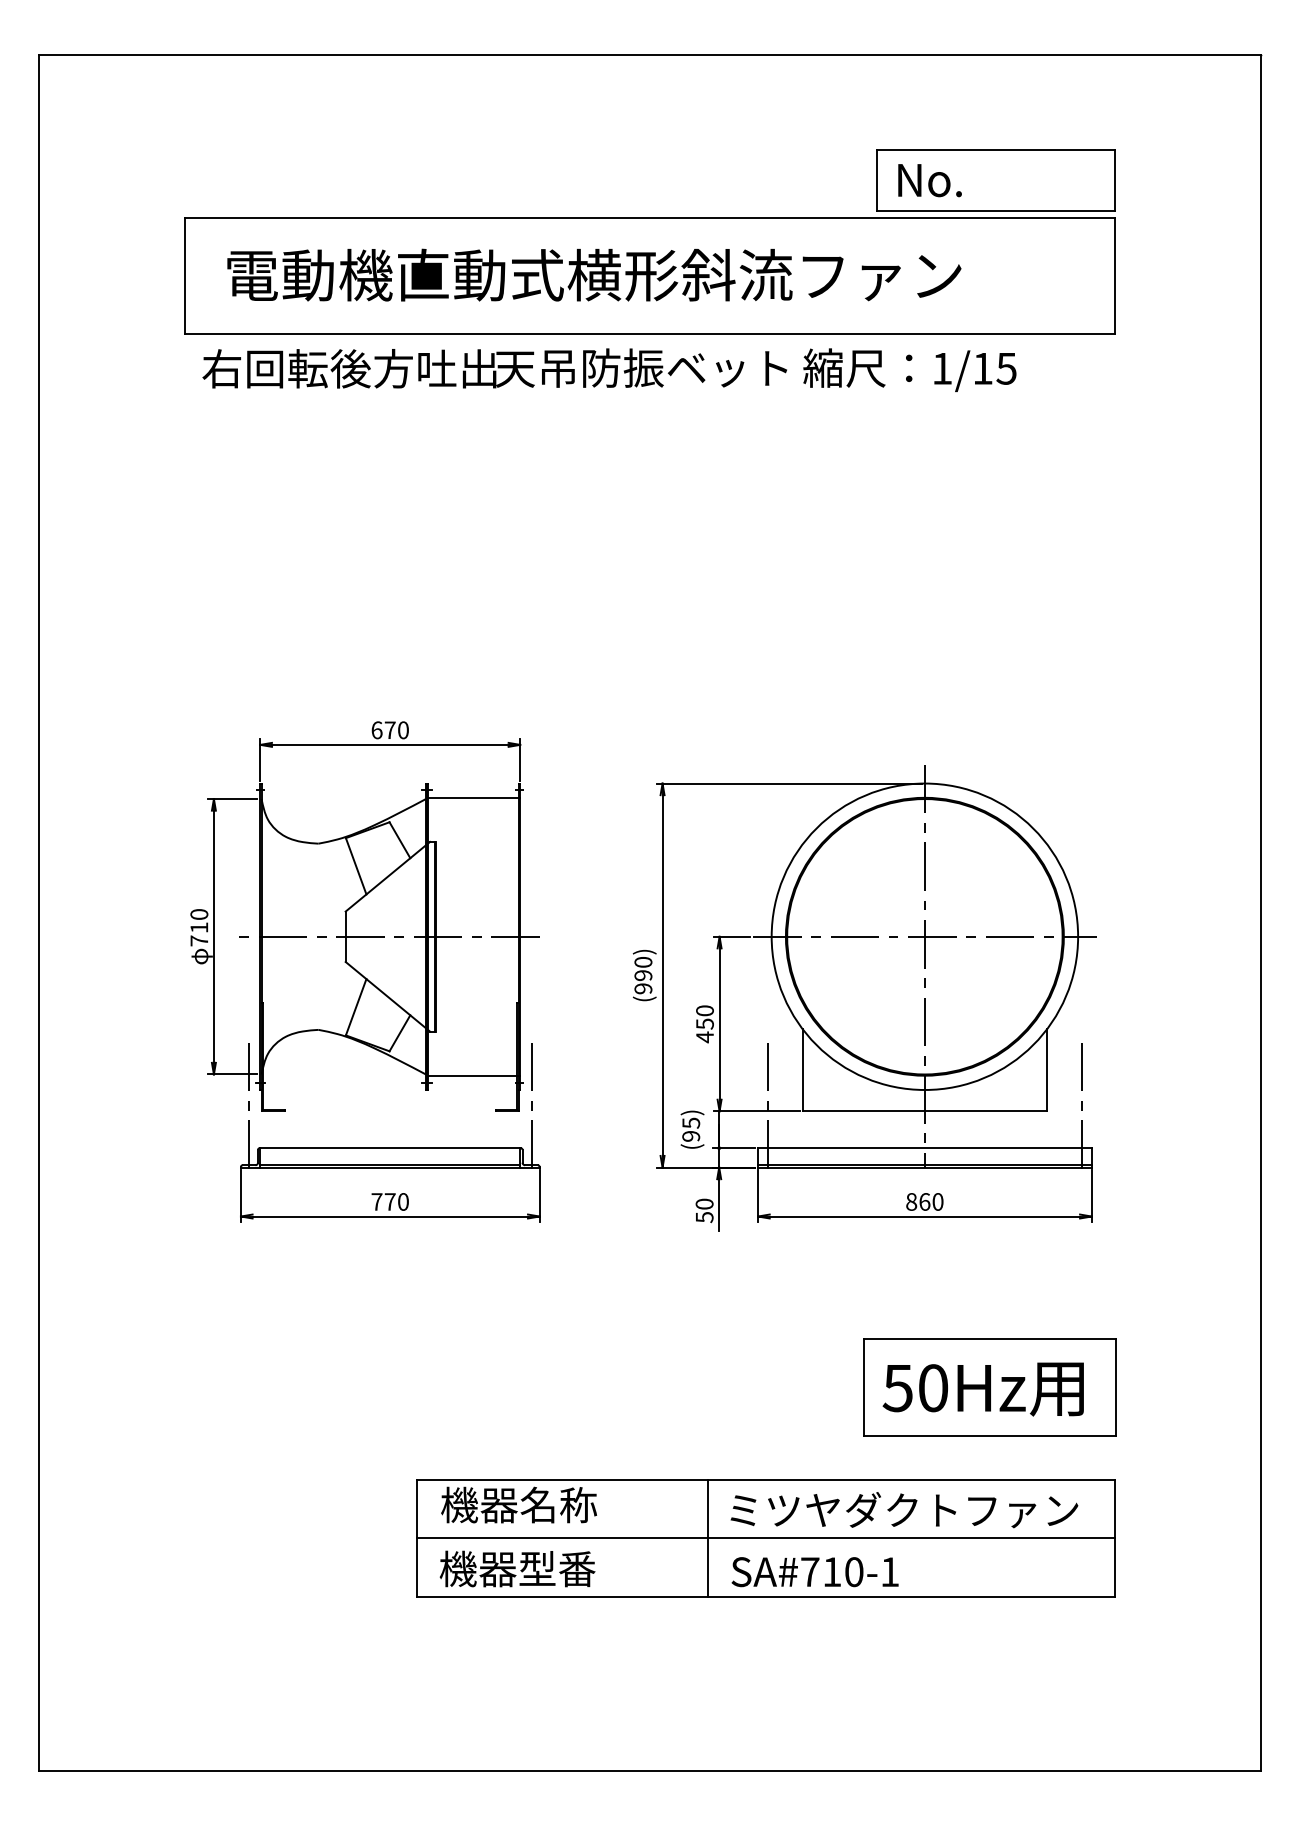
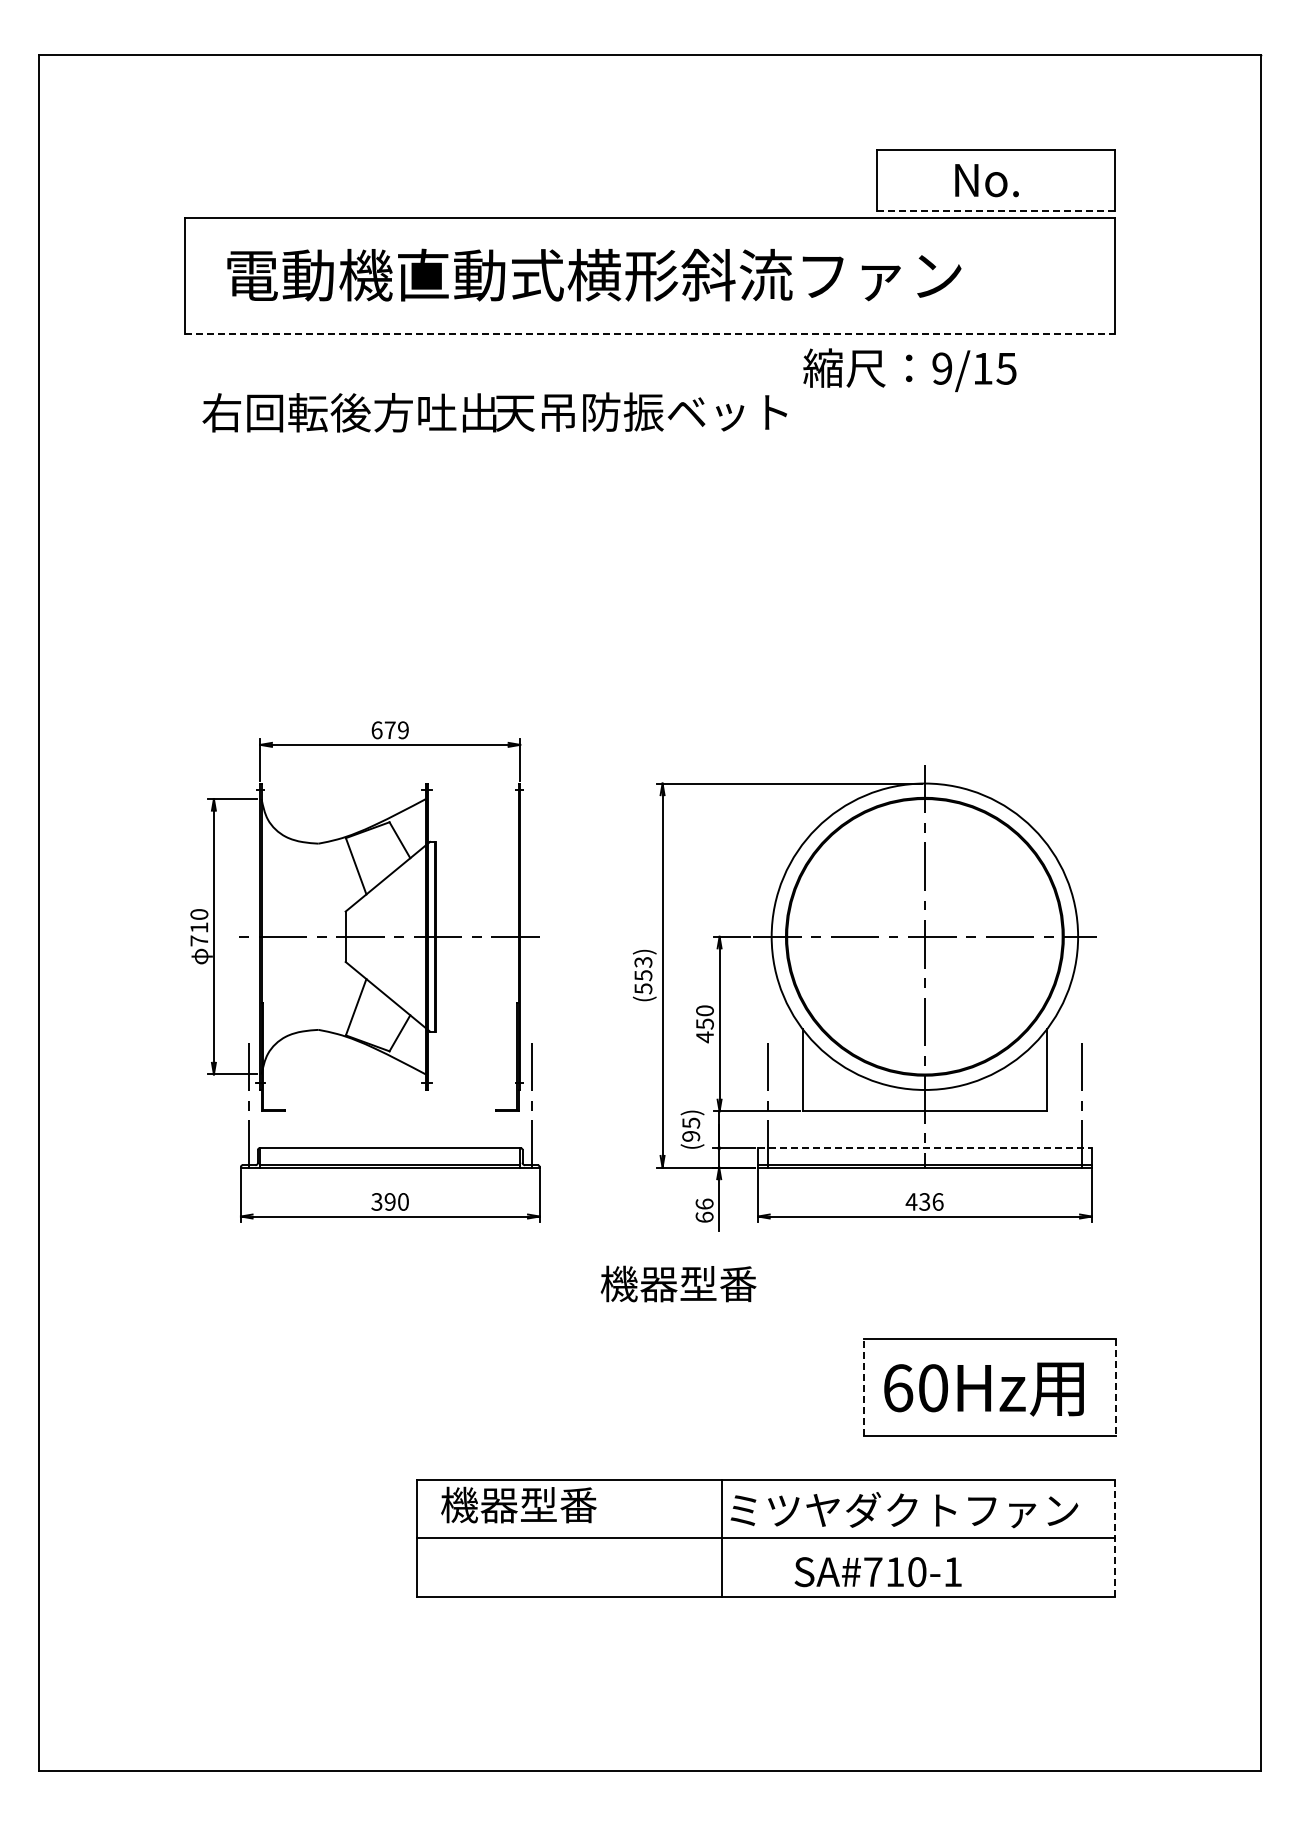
text at (929, 180) position: (929, 180) -> (986, 180)
line at (995, 211): solid -> dashed
line at (650, 334): solid -> dashed
text at (494, 368) position: (494, 368) -> (494, 412)
text at (941, 368): 1/15 -> 9/15
text at (403, 730): 670 -> 679
line at (474, 797): present -> none
text at (643, 975): (990) -> (553)
line at (474, 1075): present -> none
line at (924, 1148): solid -> dashed
text at (383, 1201): 770 -> 390
text at (924, 1201): 860 -> 436
text at (704, 1210): 50 -> 66
line at (864, 1386): solid -> dashed
line at (1116, 1387): solid -> dashed
text at (897, 1388): 50Hz -> 60Hz
text at (558, 1504): 機器名称 -> 機器型番
line at (708, 1538) position: (708, 1538) -> (722, 1538)
line at (1115, 1538): solid -> dashed
text at (517, 1568) position: (517, 1568) -> (678, 1283)
text at (814, 1572) position: (814, 1572) -> (877, 1572)
